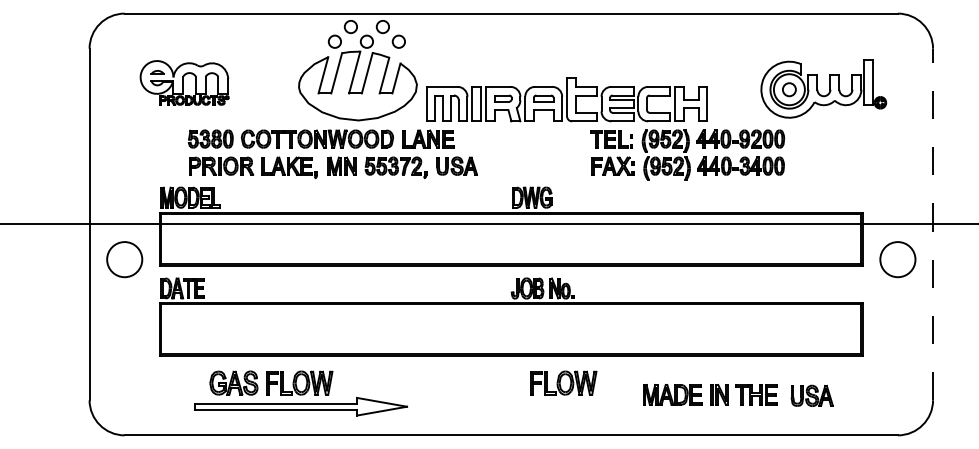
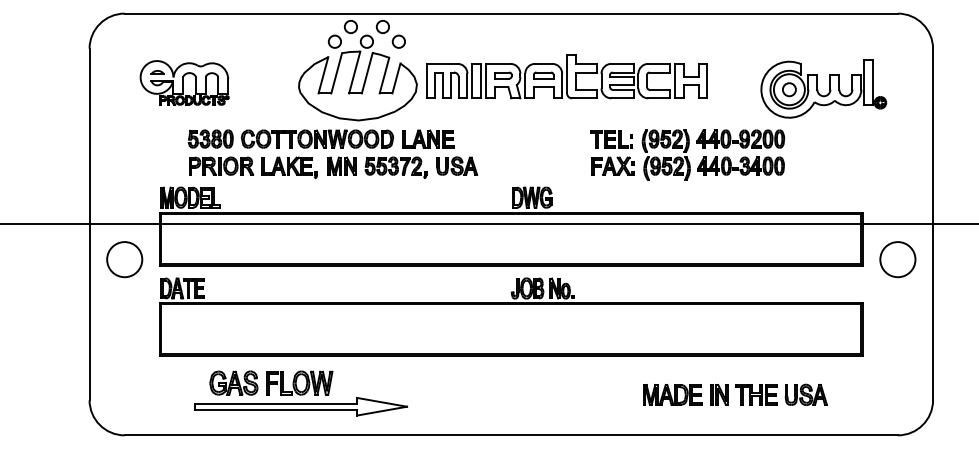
part at (566, 99) position: (566, 99) -> (566, 76)
line at (933, 224): dashed -> solid
part at (563, 382): present -> none
part at (811, 395) position: (811, 395) -> (805, 394)
